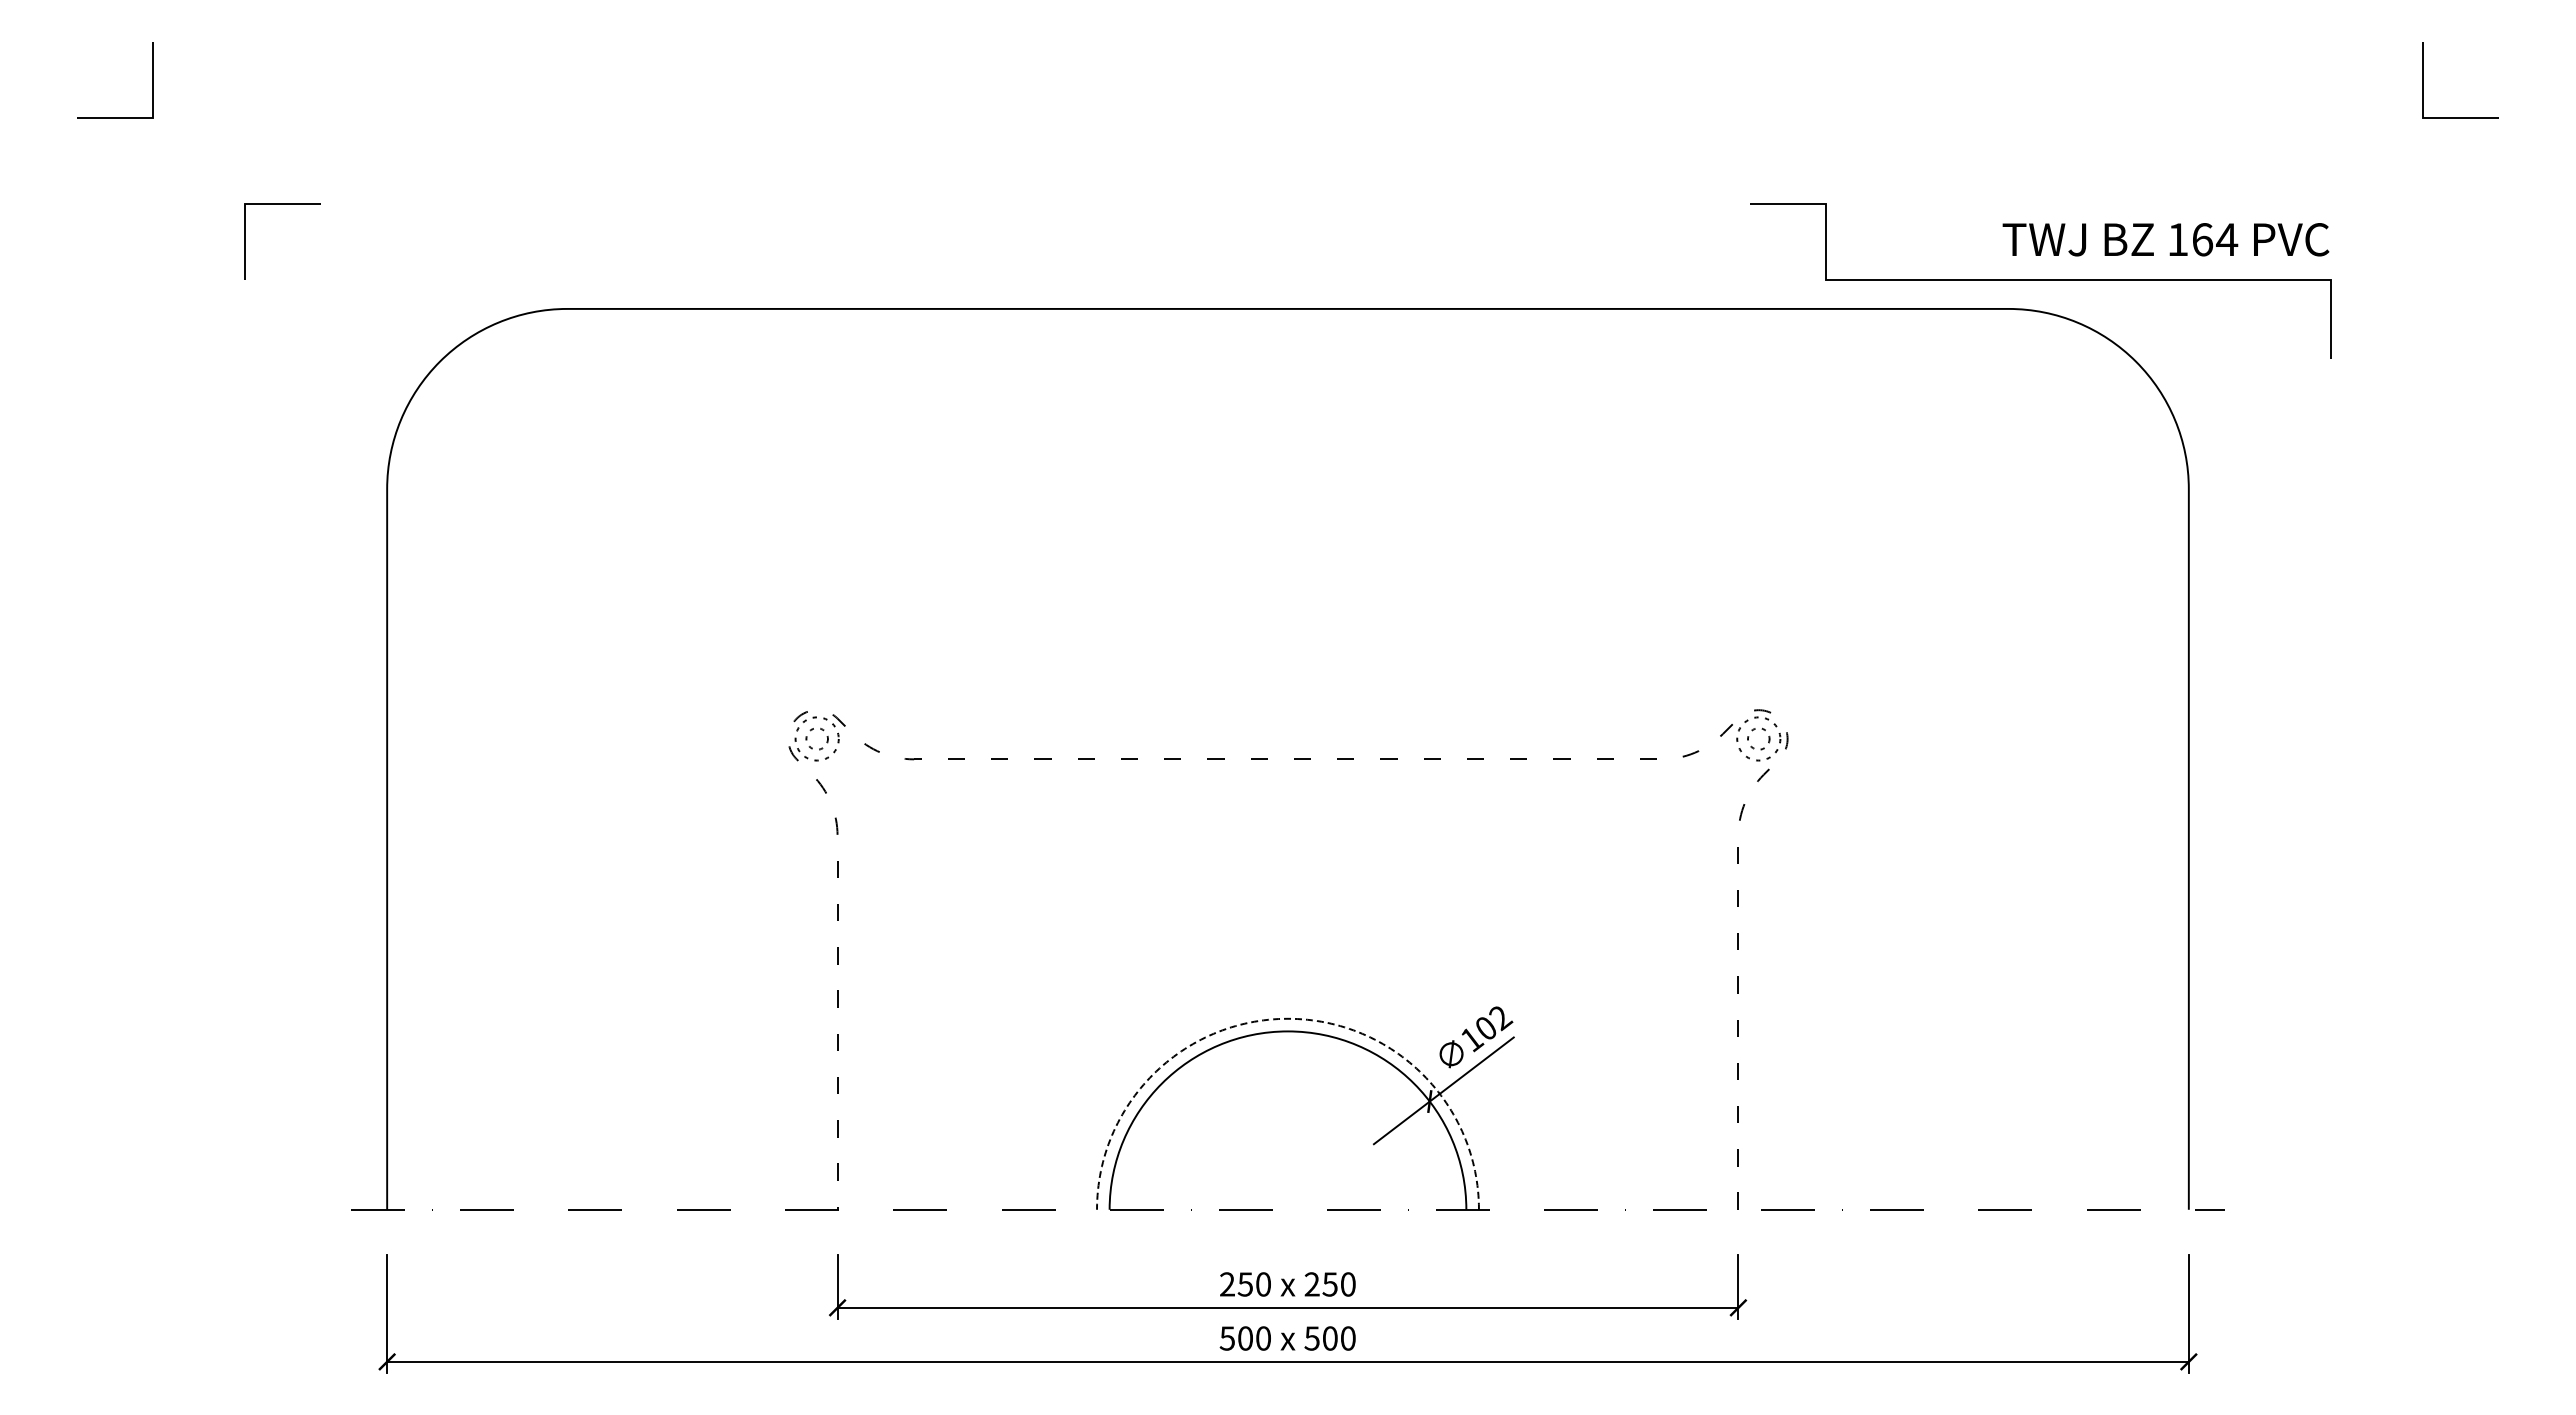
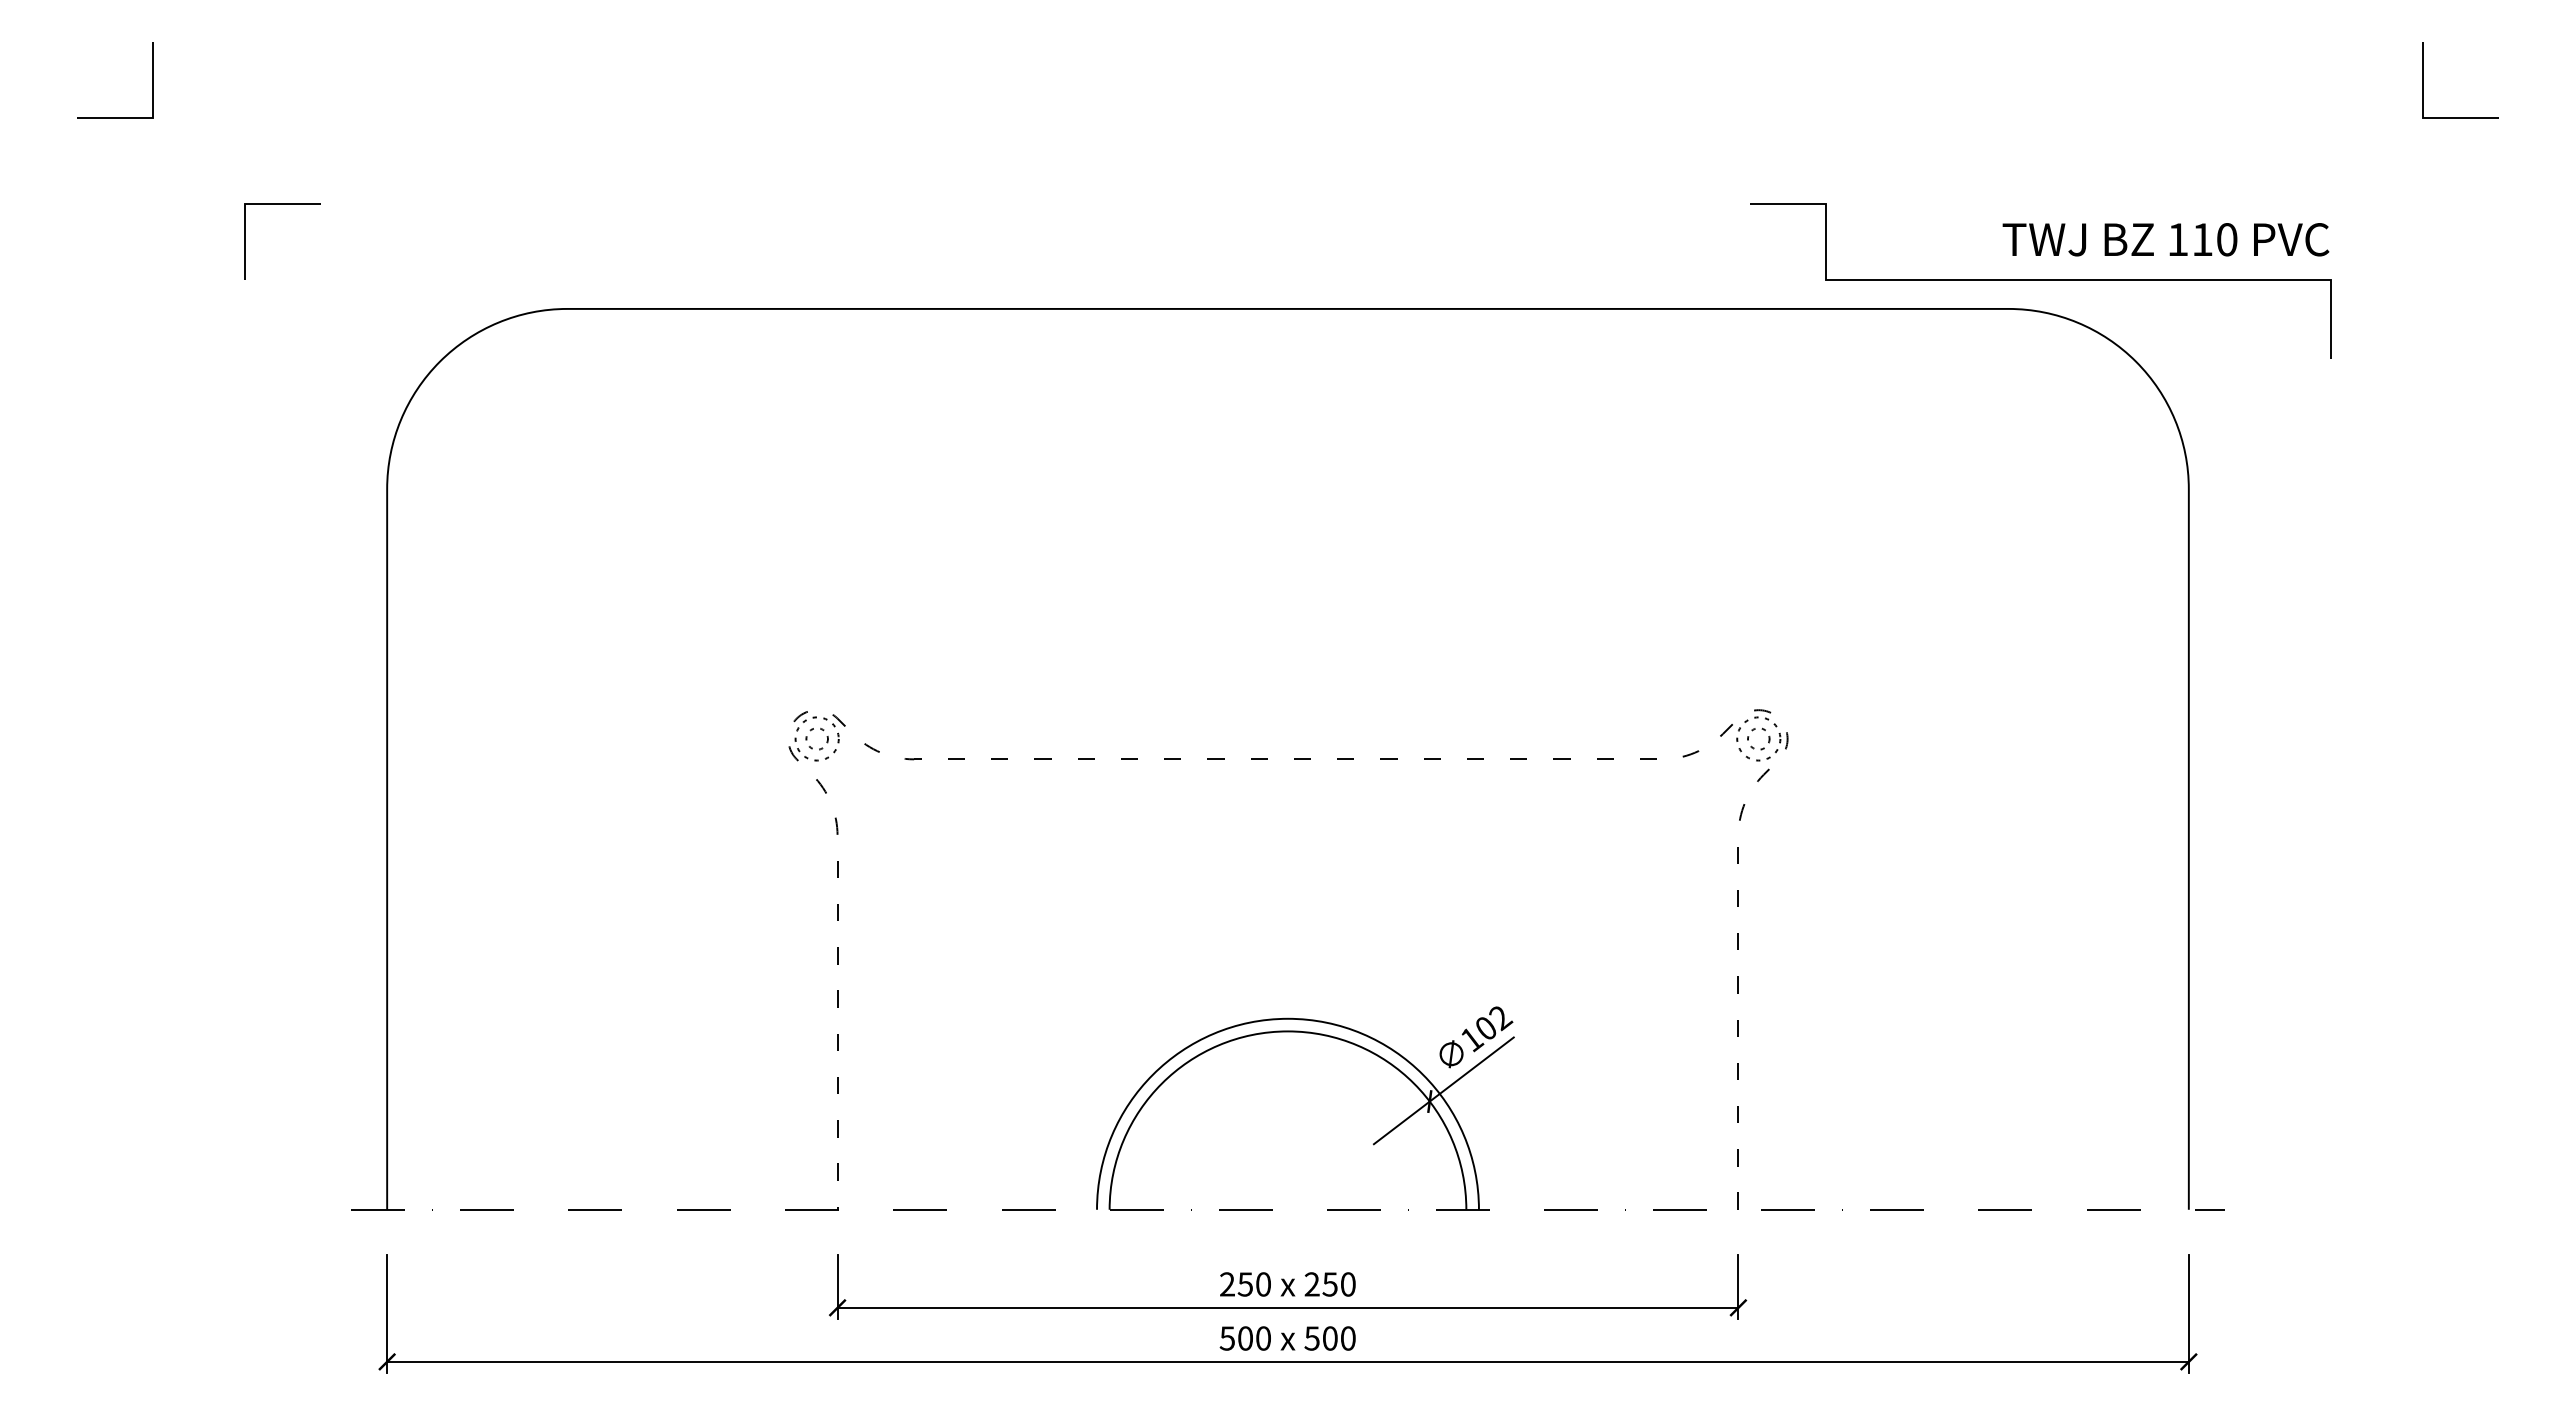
text at (2215, 239): 164 -> 110
arc at (1287, 1018): dashed -> solid
